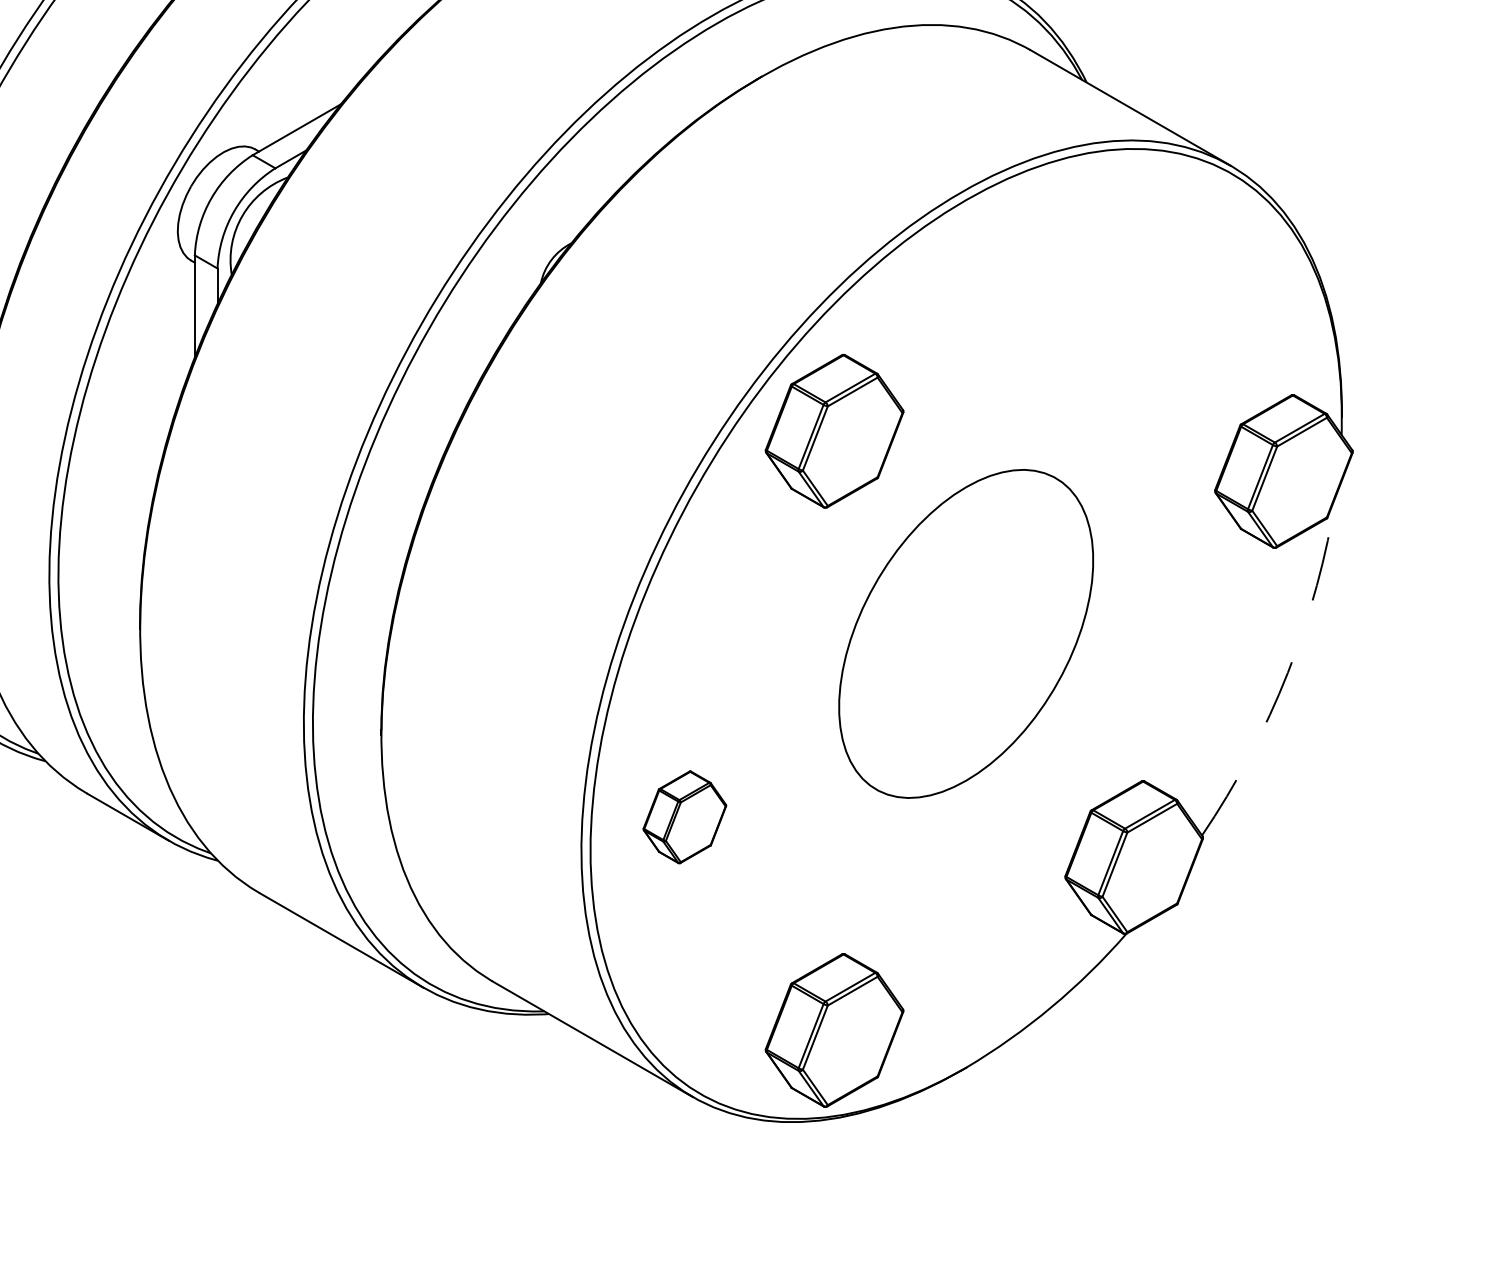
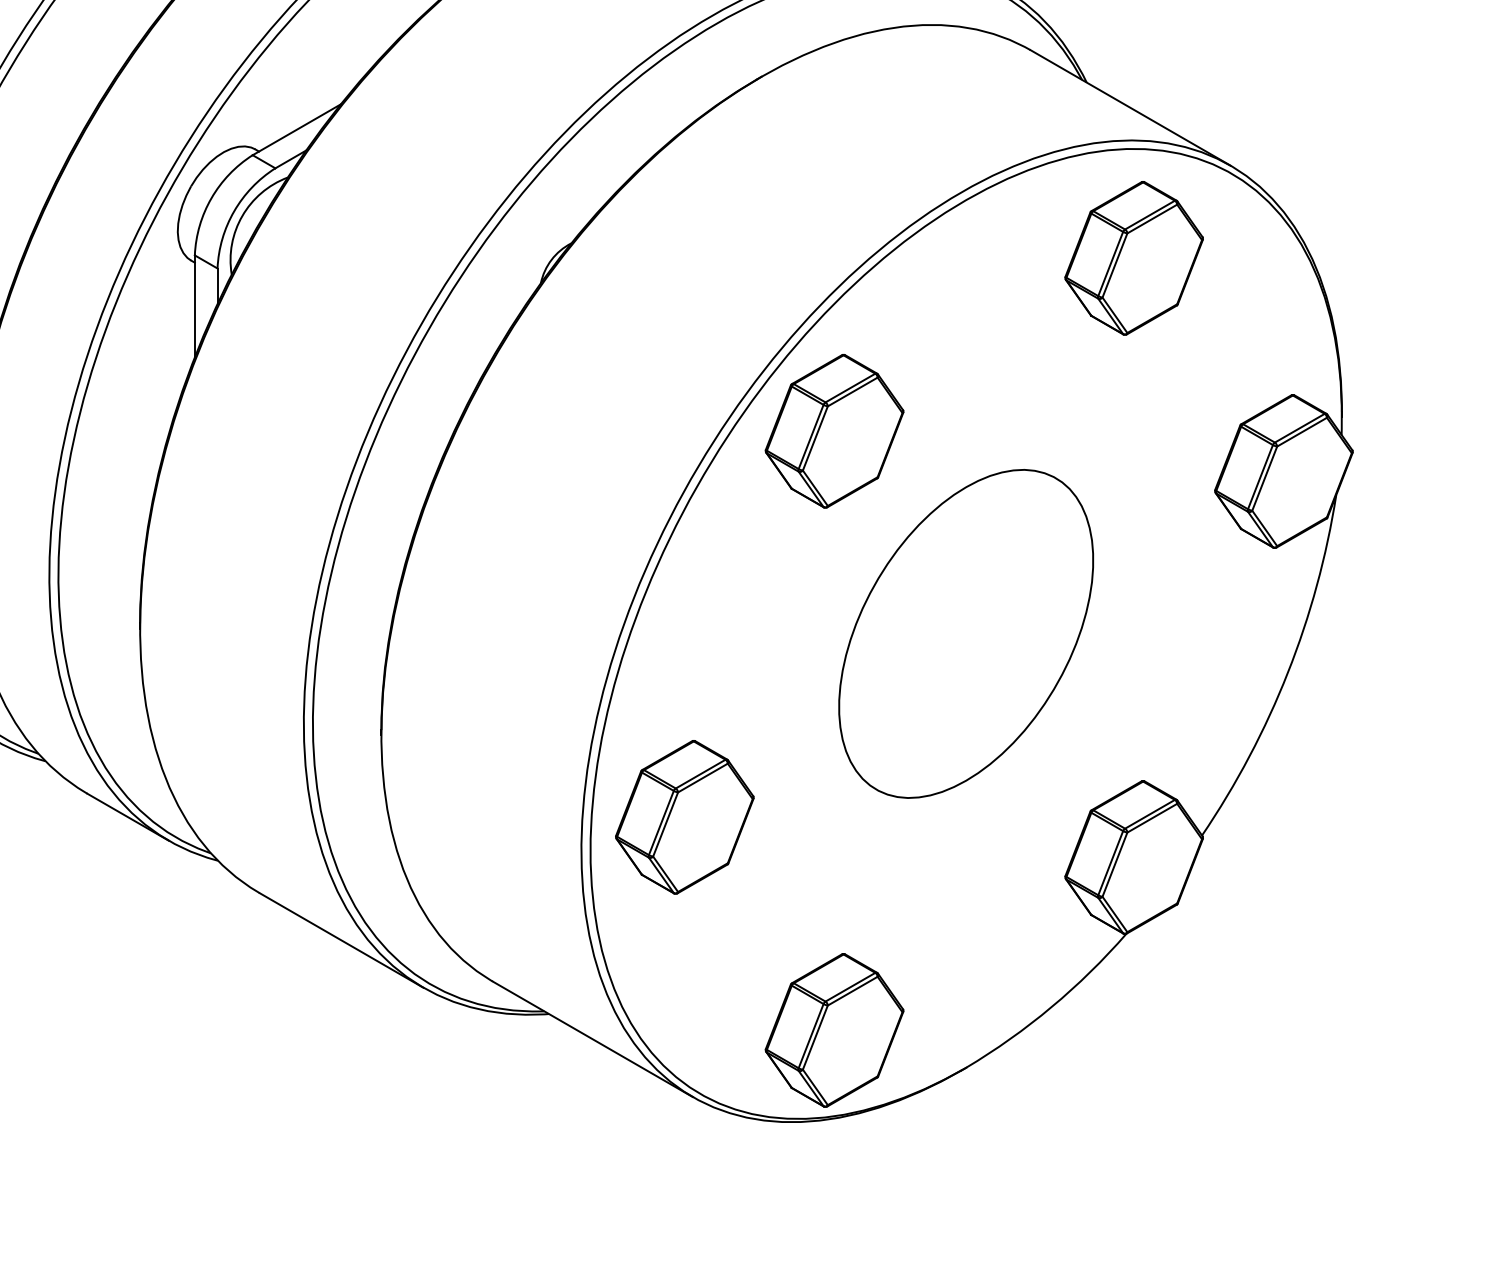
part at (1133, 258): none -> present
arc at (1287, 672): dashed -> solid
part at (684, 817) size: 86x95 px -> 140x155 px
